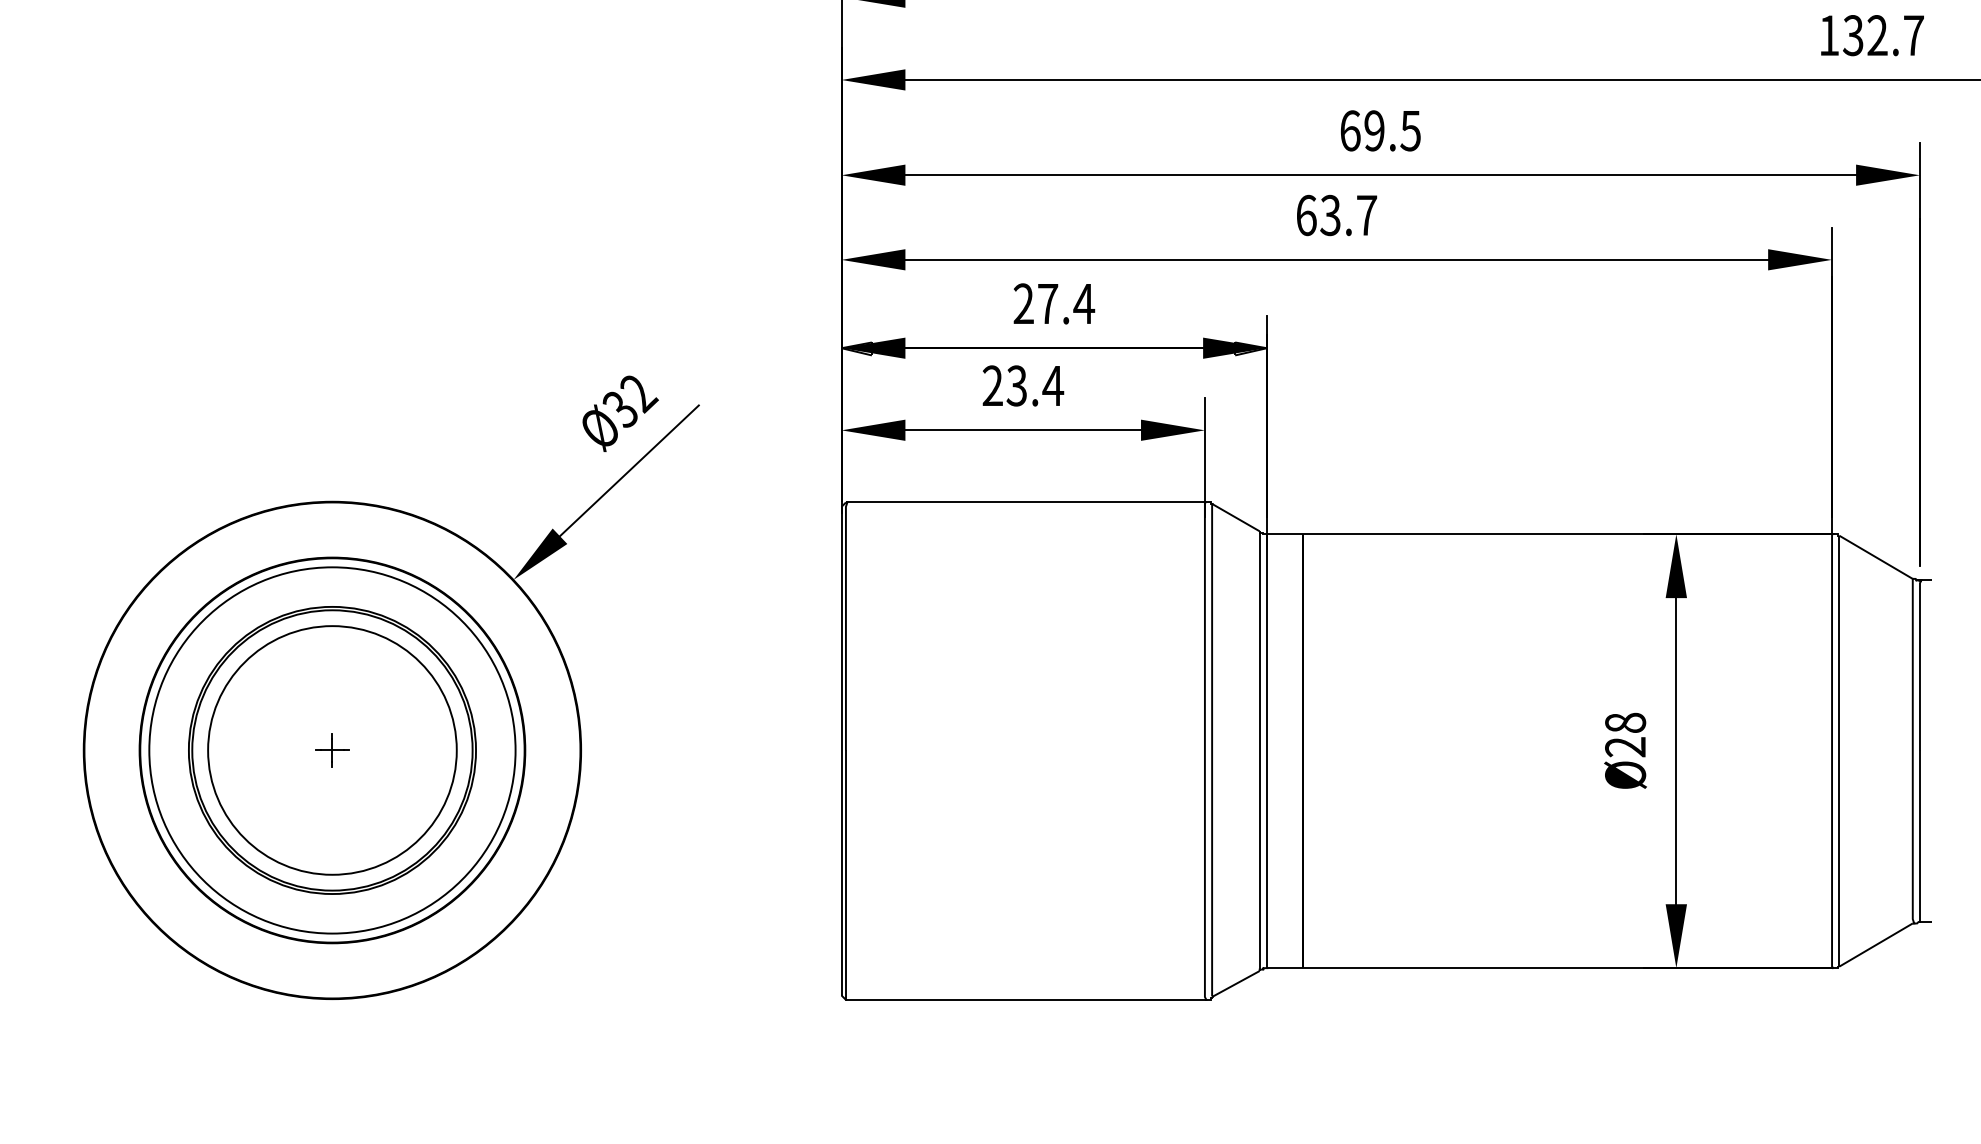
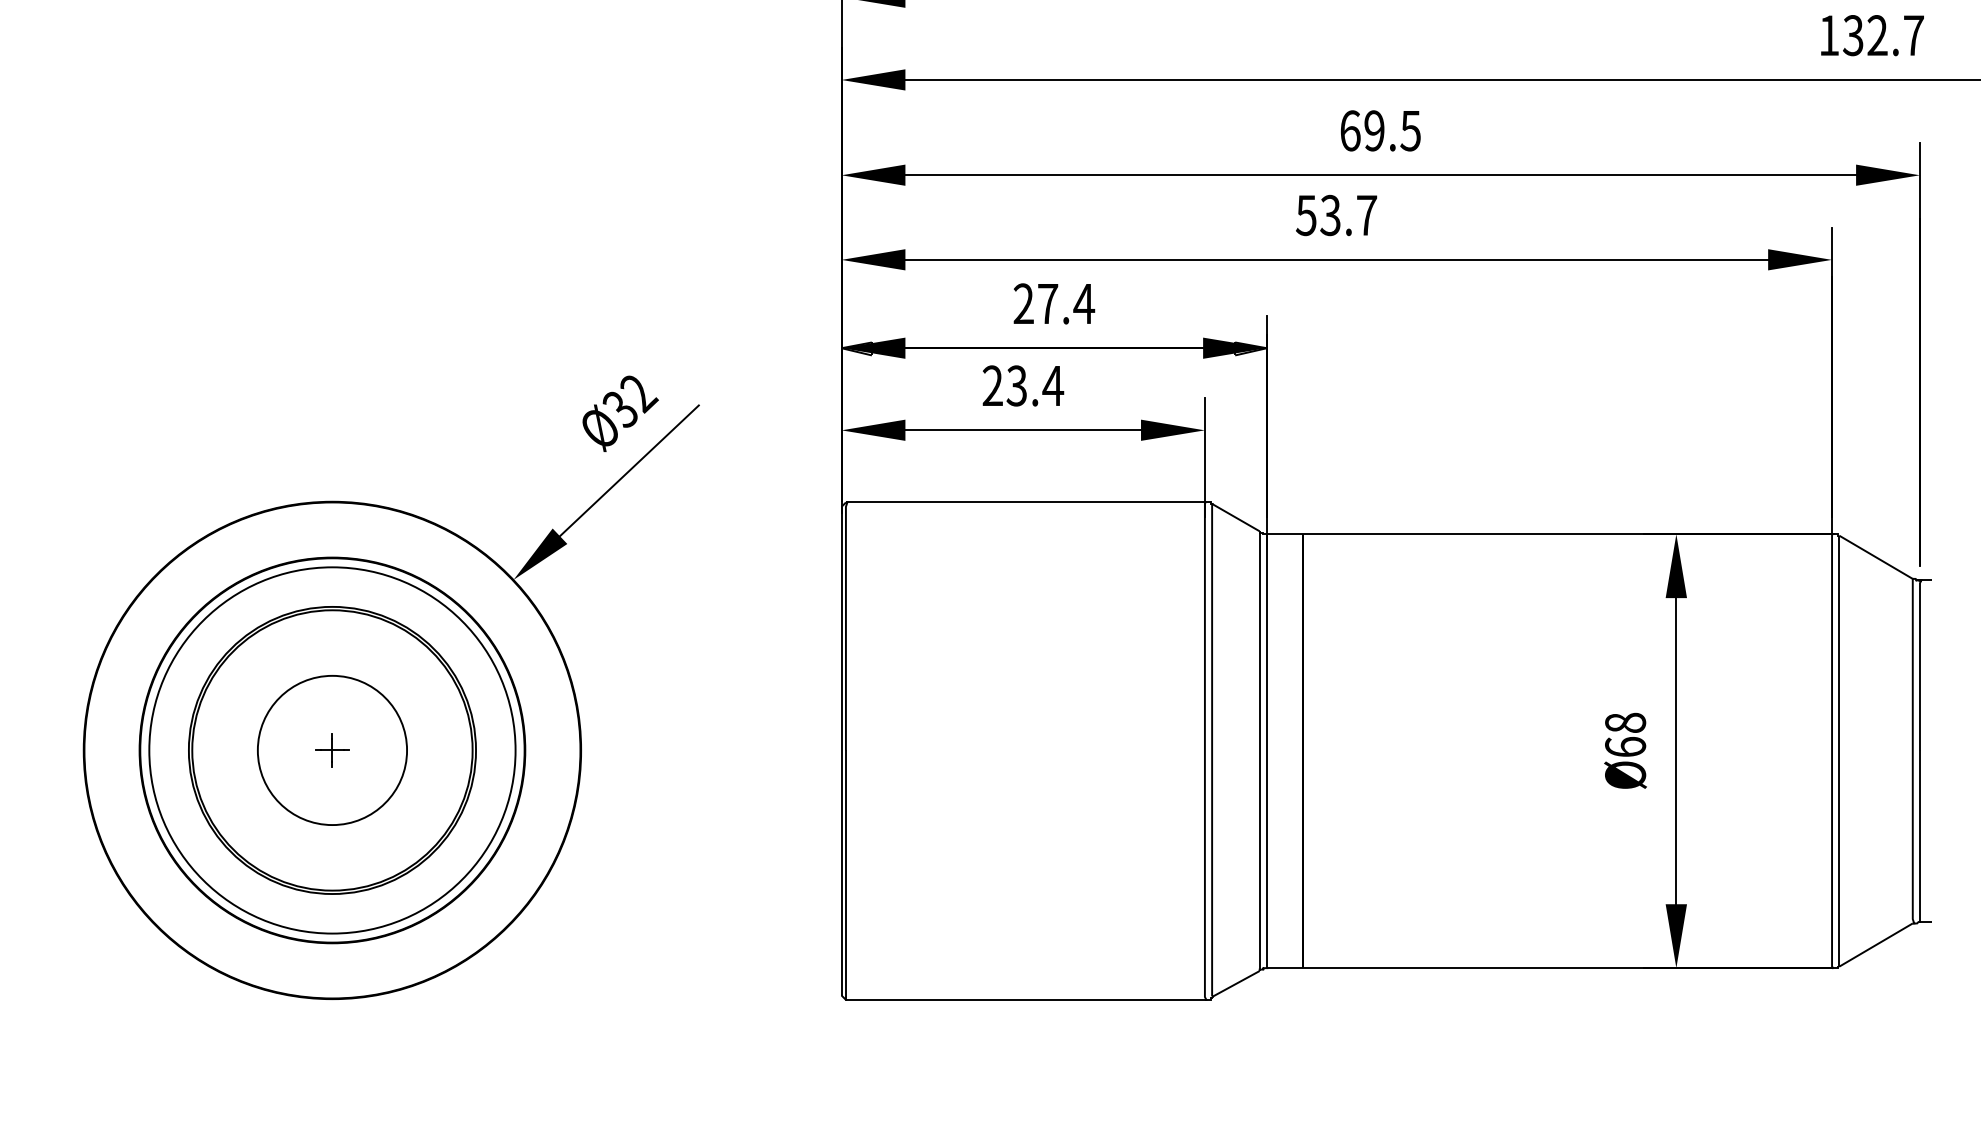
text at (1306, 215): 63.7 -> 53.7
text at (1625, 746): Ø28 -> Ø68
circle at (332, 750) diameter: 249 px -> 149 px
